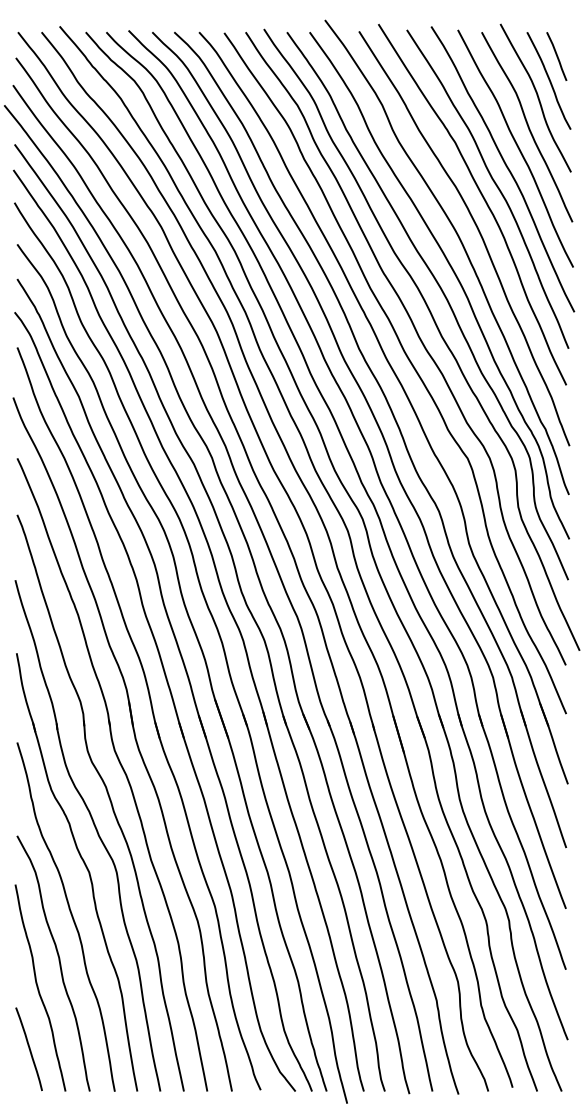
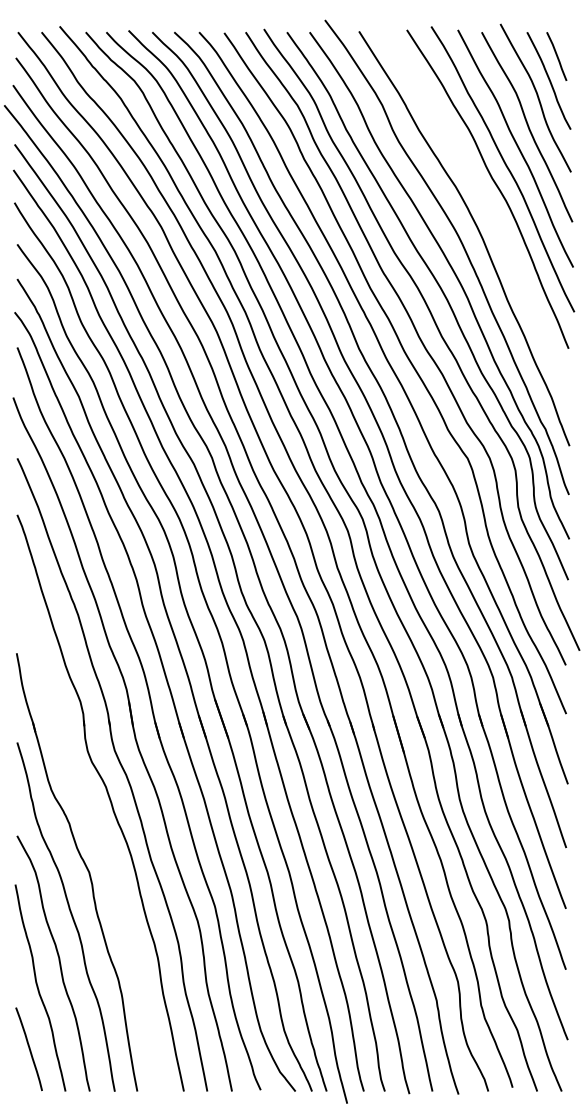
curve at (481, 196): present -> none
part at (96, 832): present -> none
